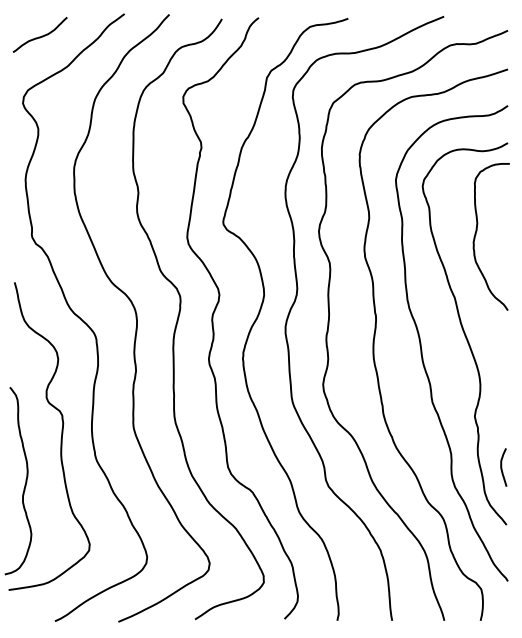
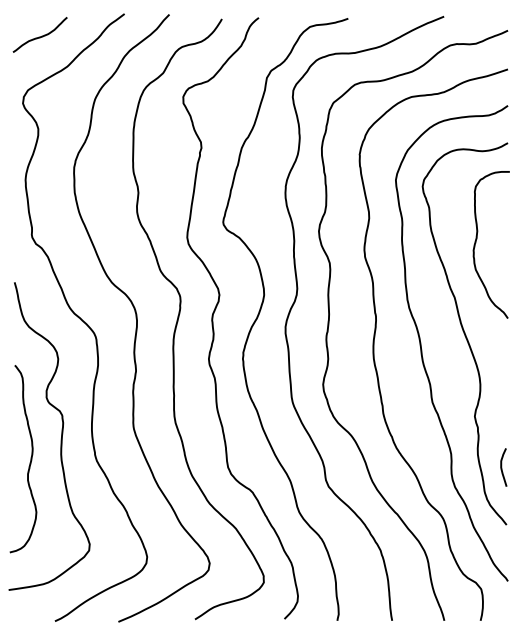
curve at (477, 231) position: (477, 231) -> (477, 239)
curve at (24, 484) position: (24, 484) -> (29, 462)
